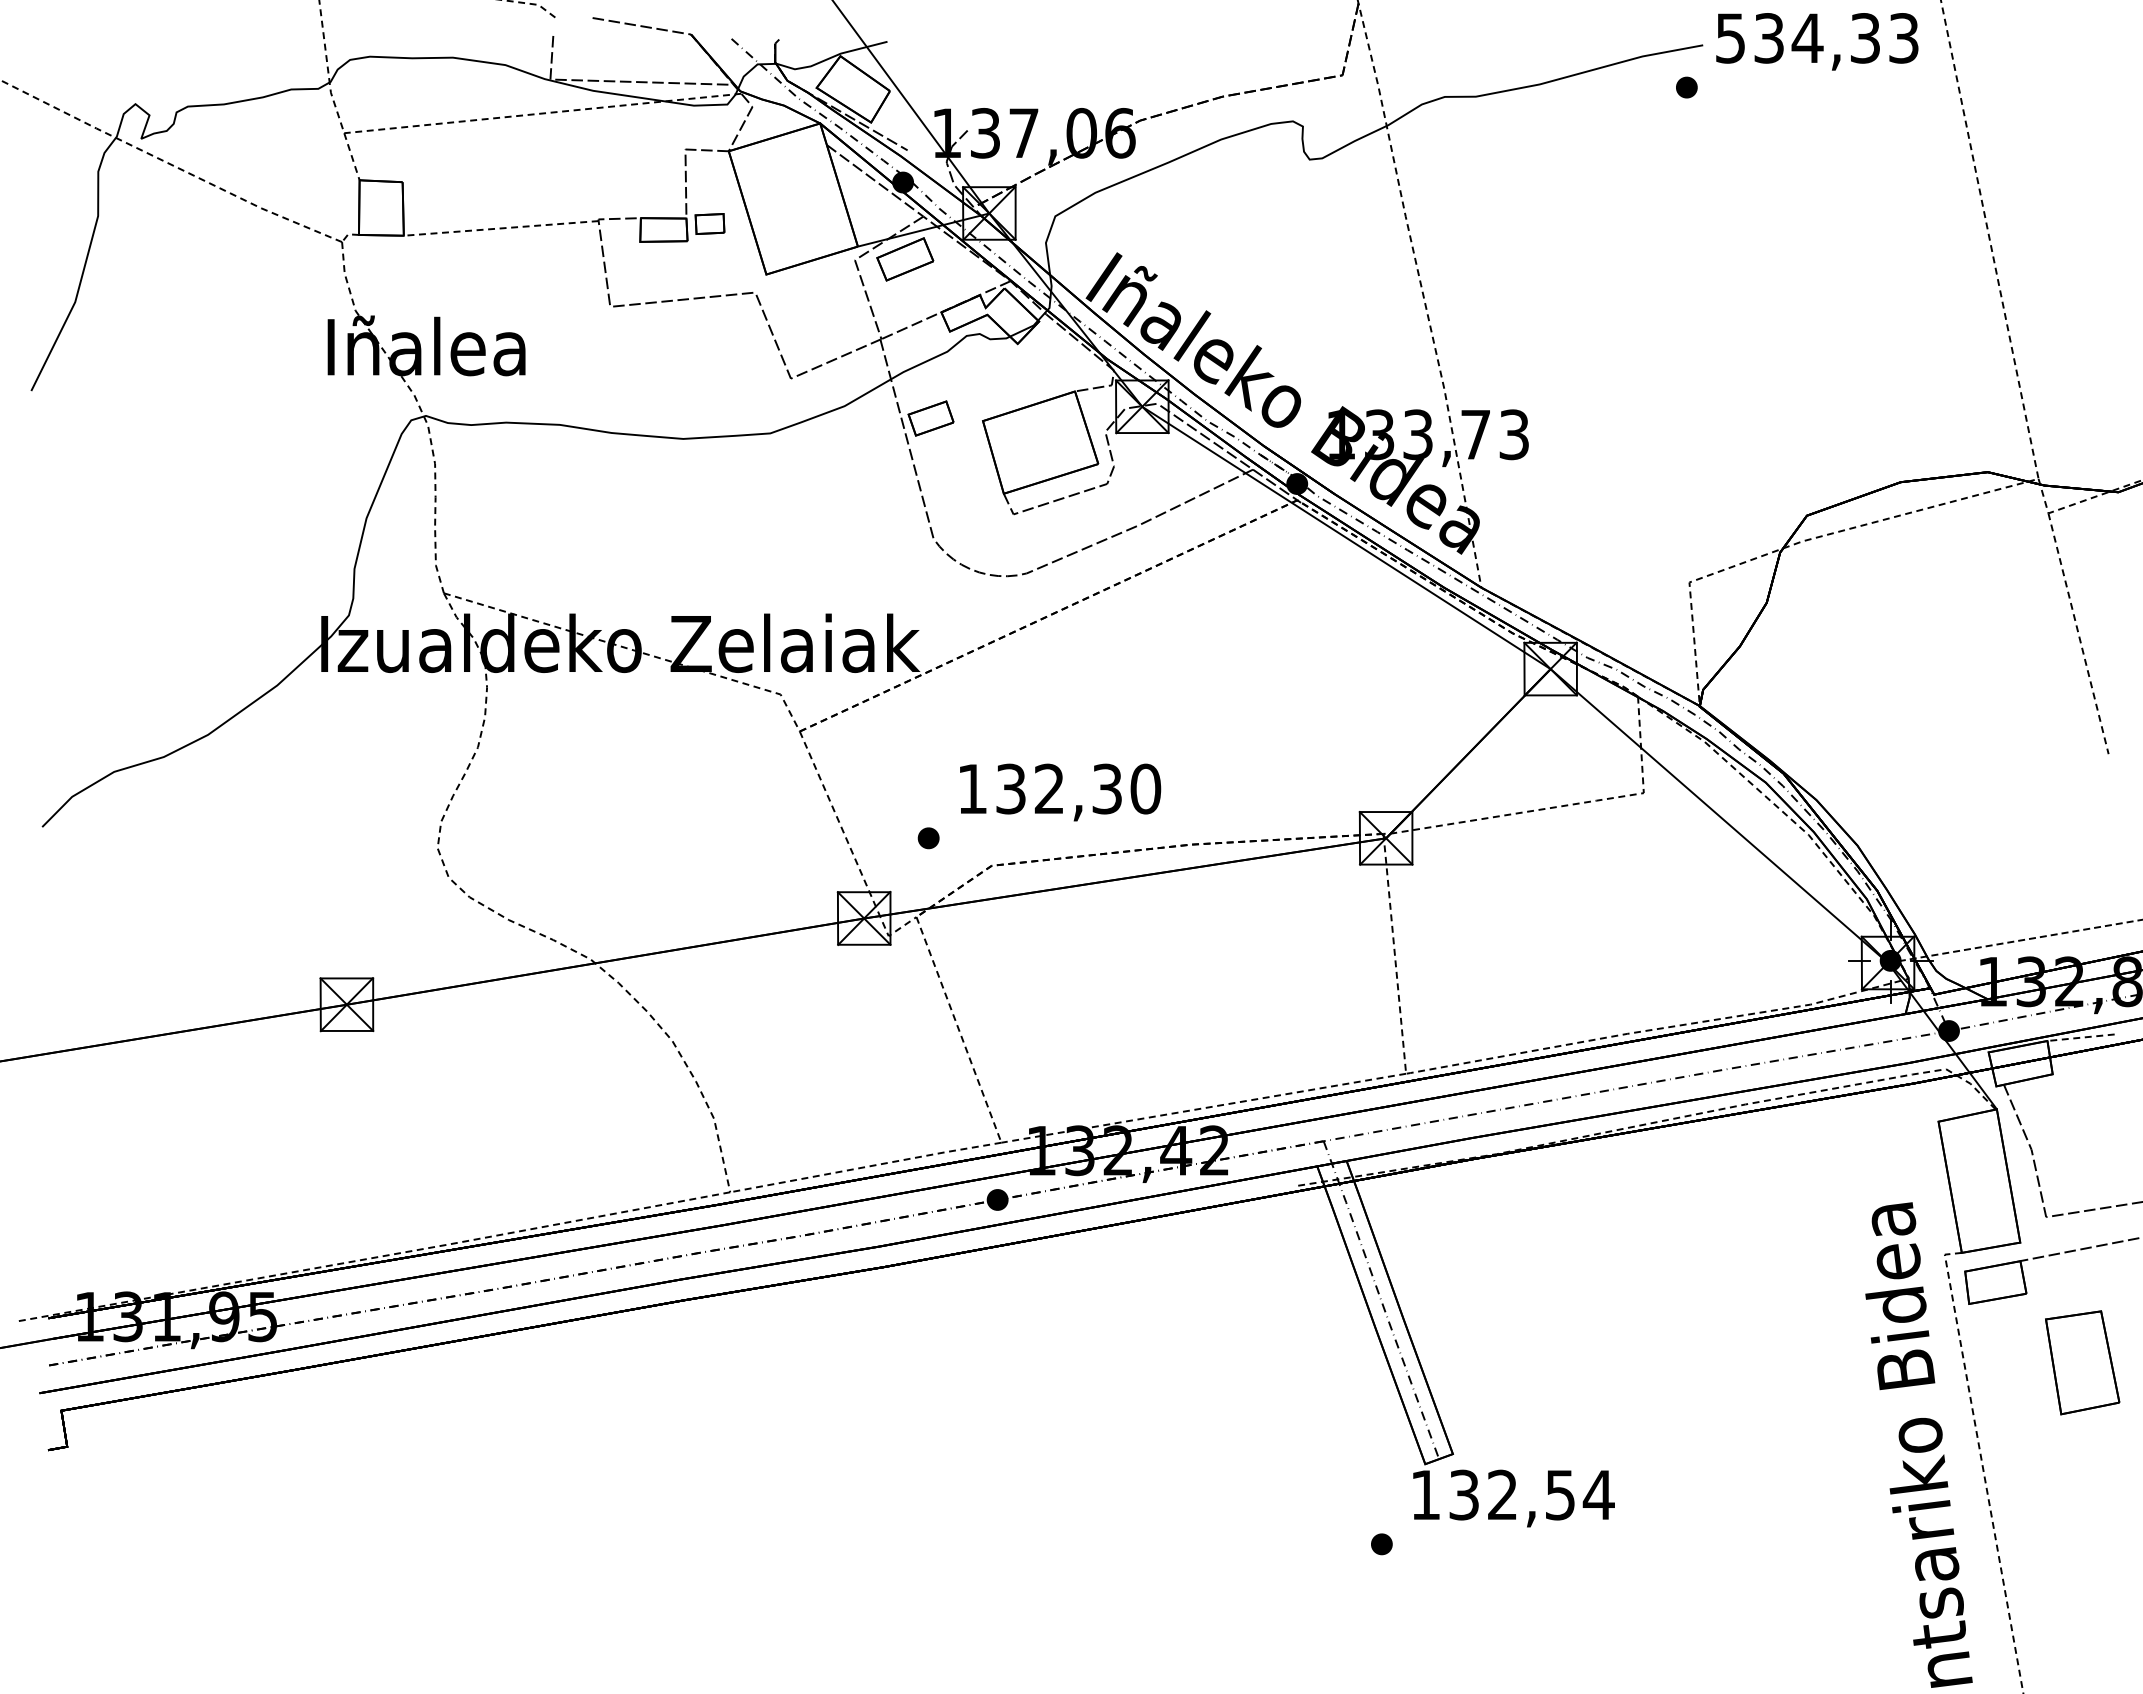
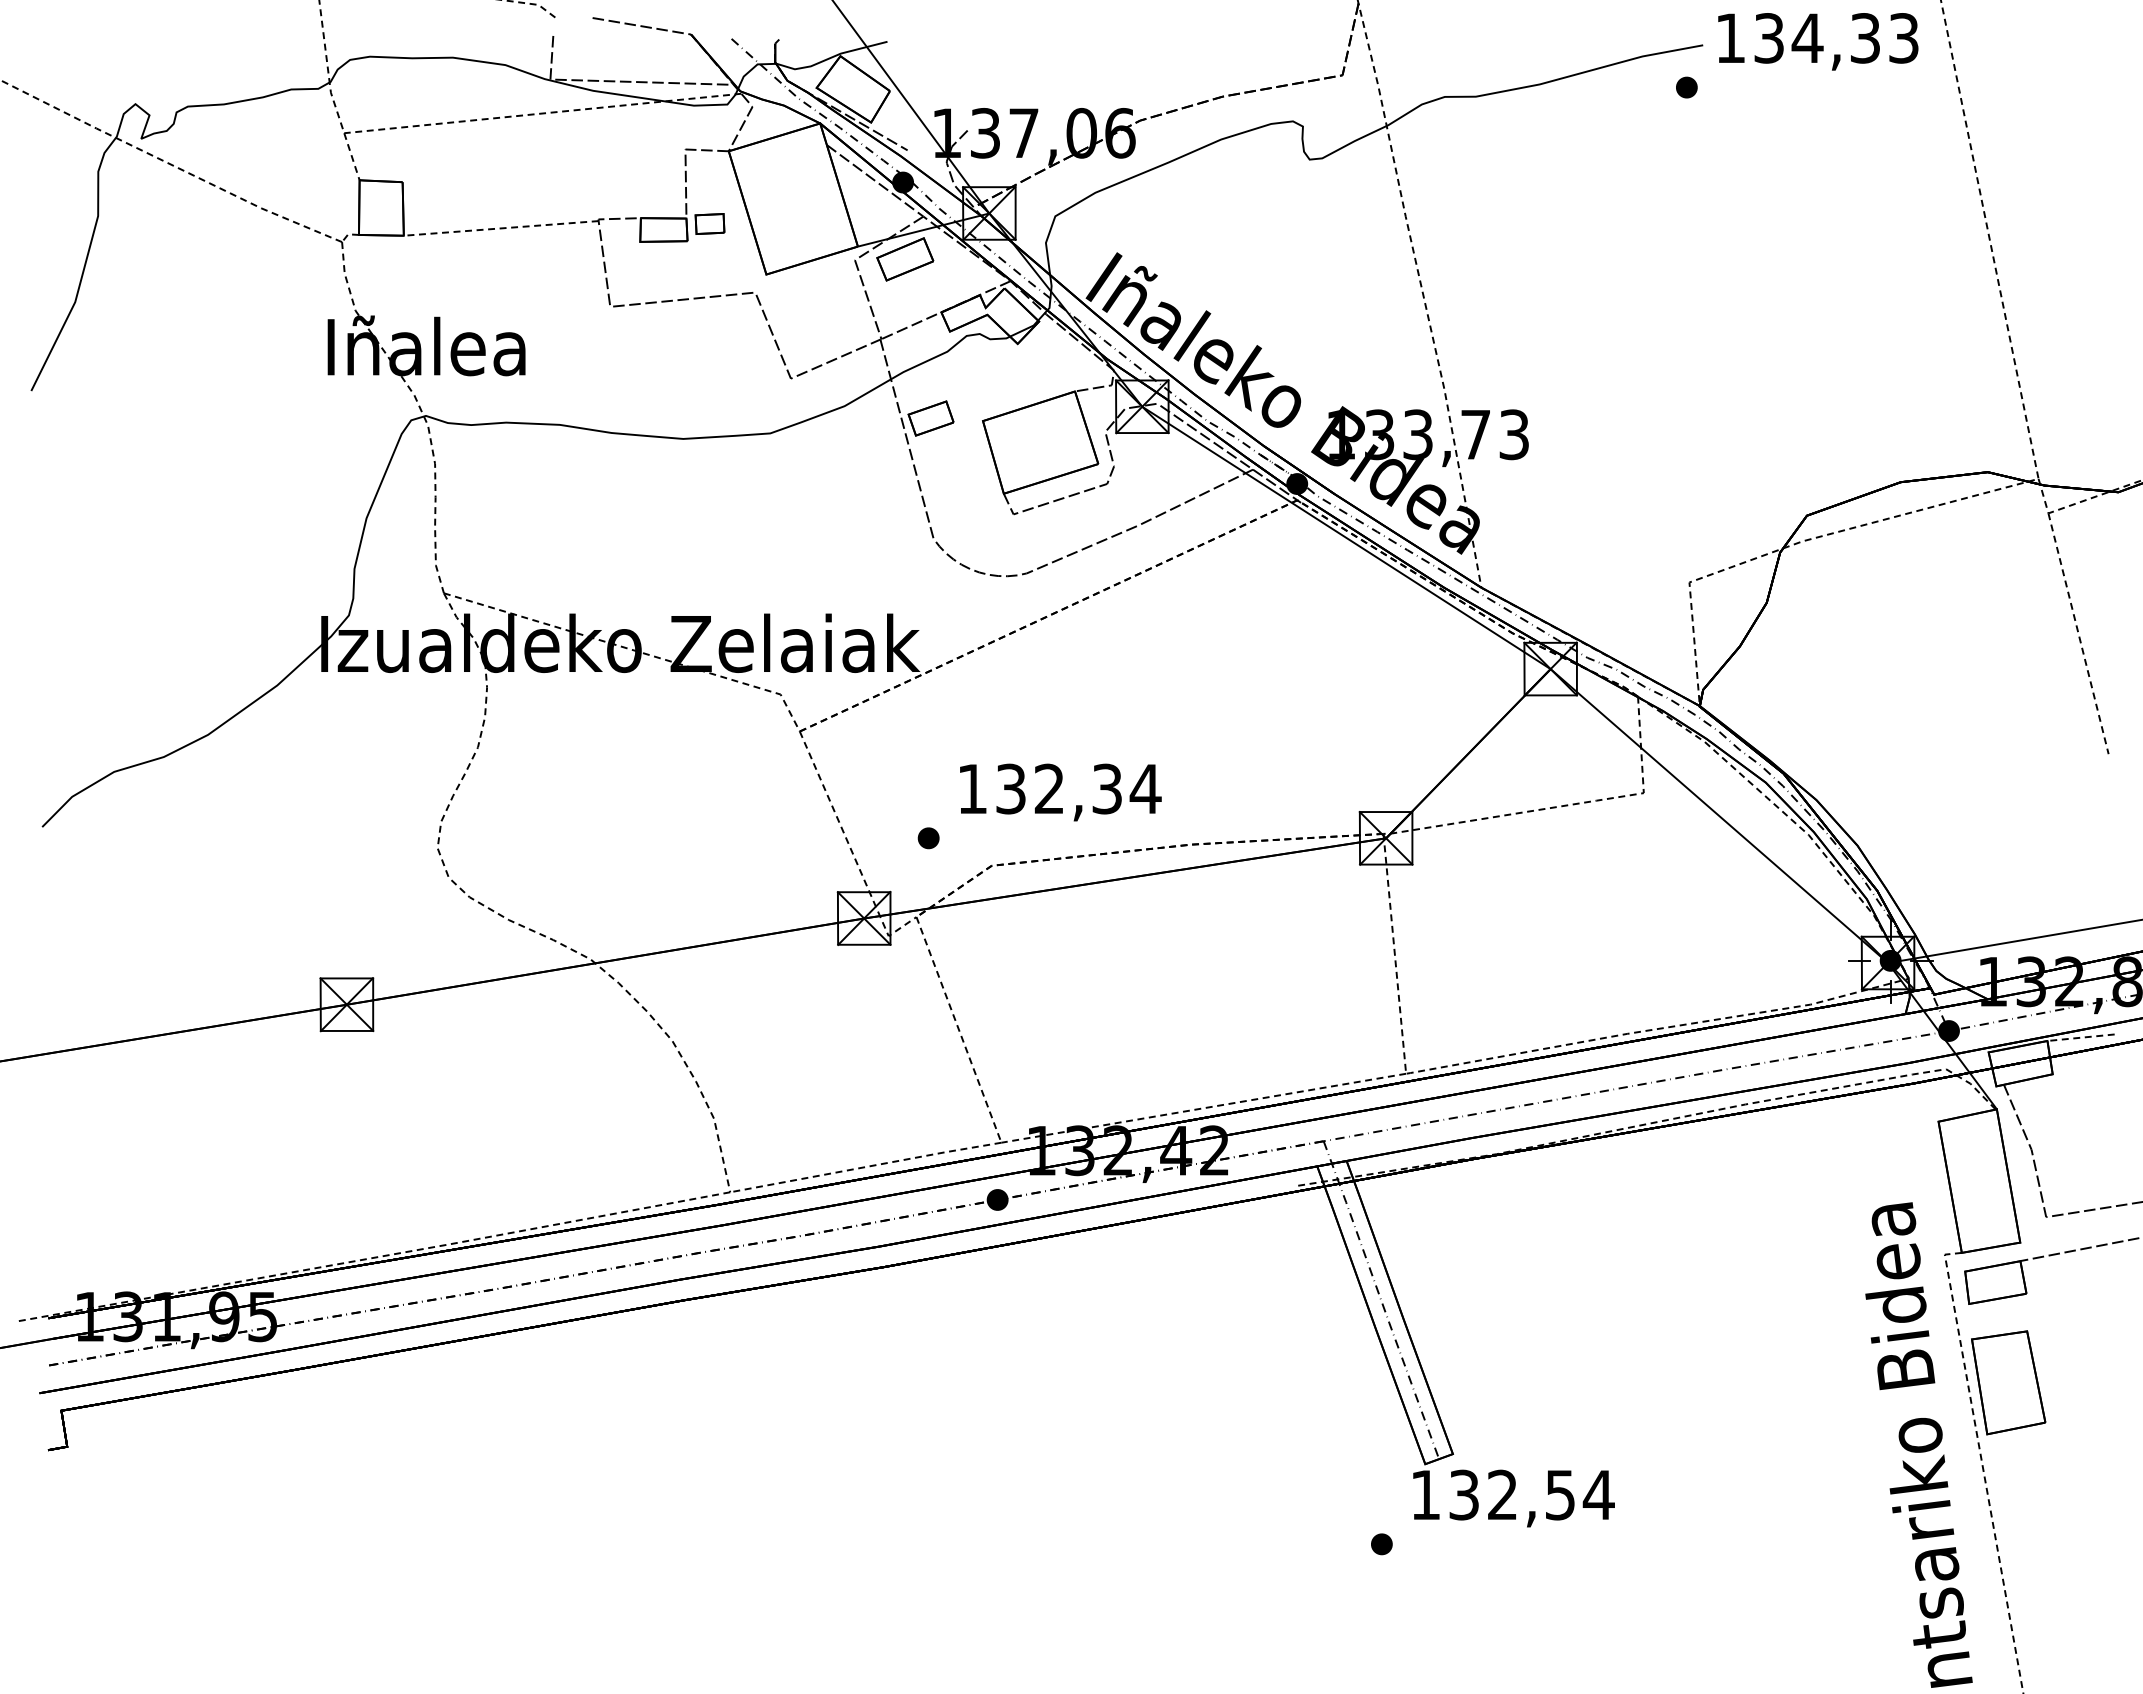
text at (1730, 38): 534,33 -> 134,33
text at (1145, 788): 132,30 -> 132,34
line at (2015, 941): dashed -> solid
part at (2082, 1362) position: (2082, 1362) -> (2008, 1382)
